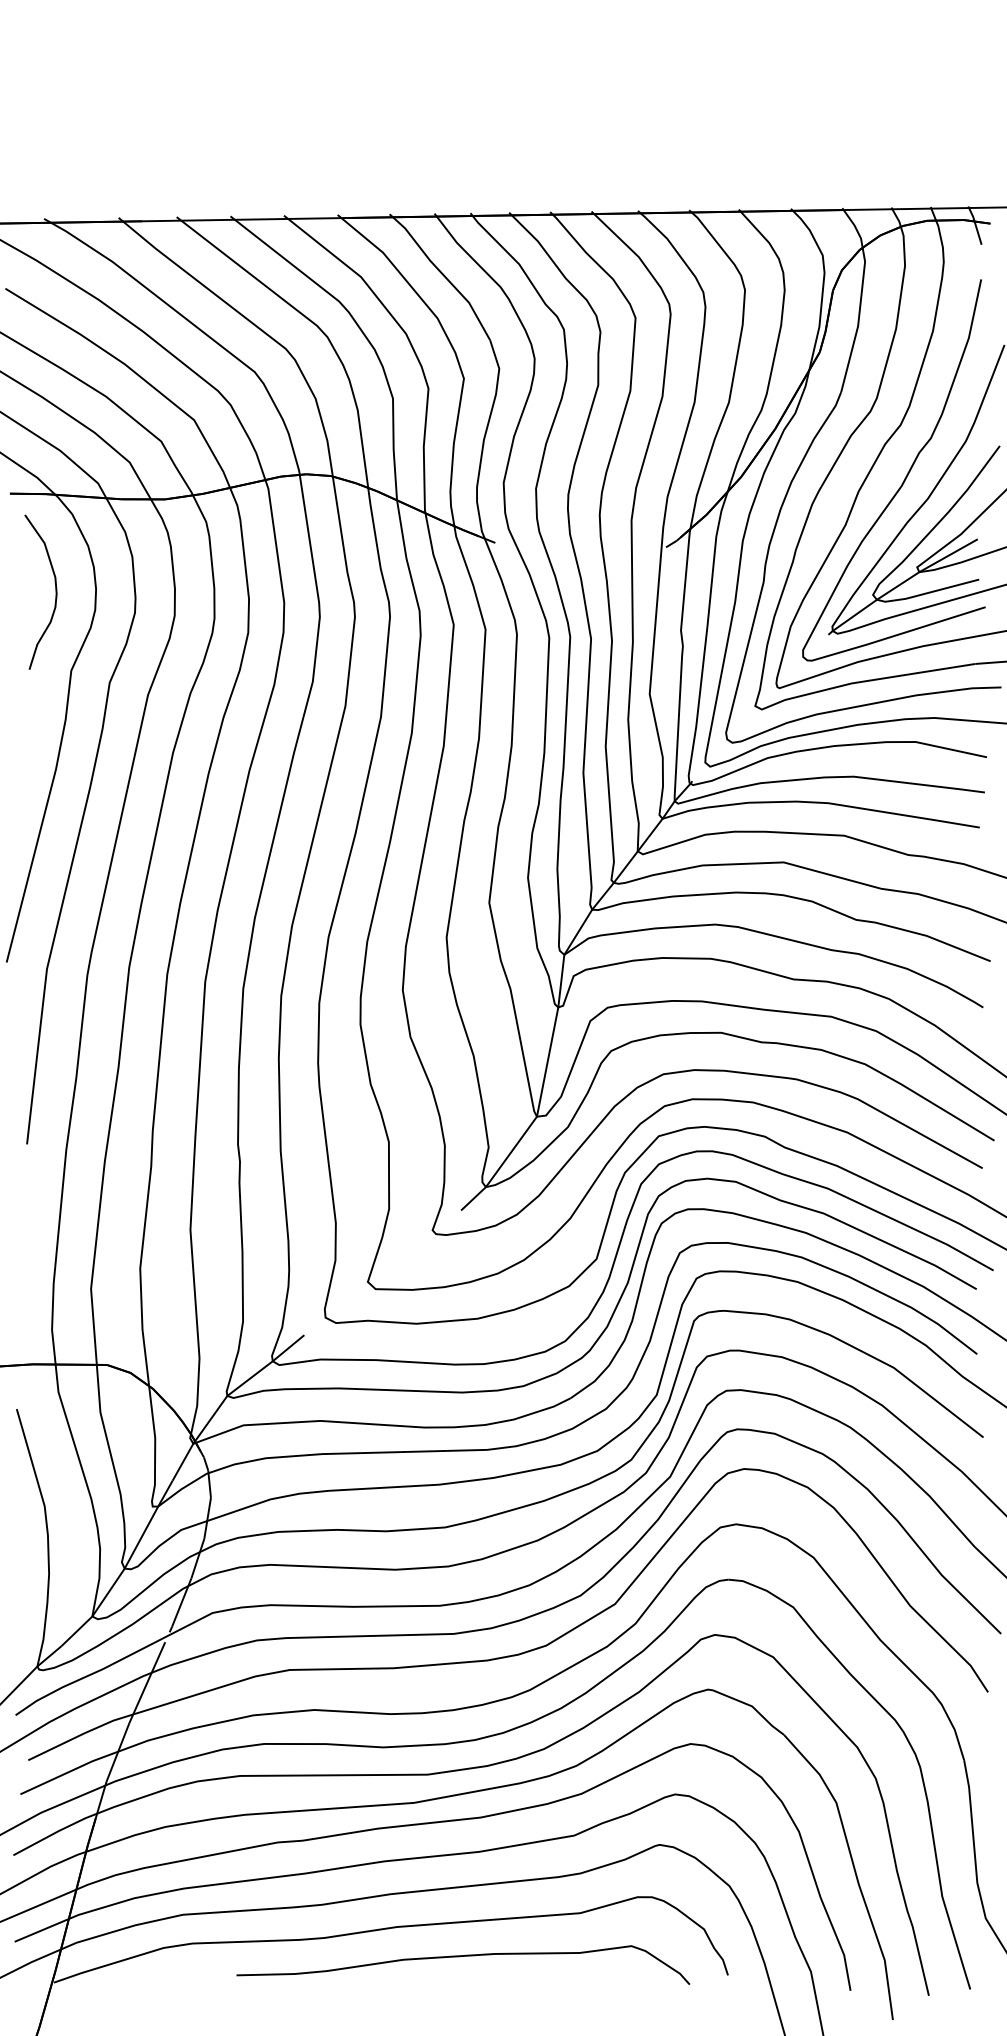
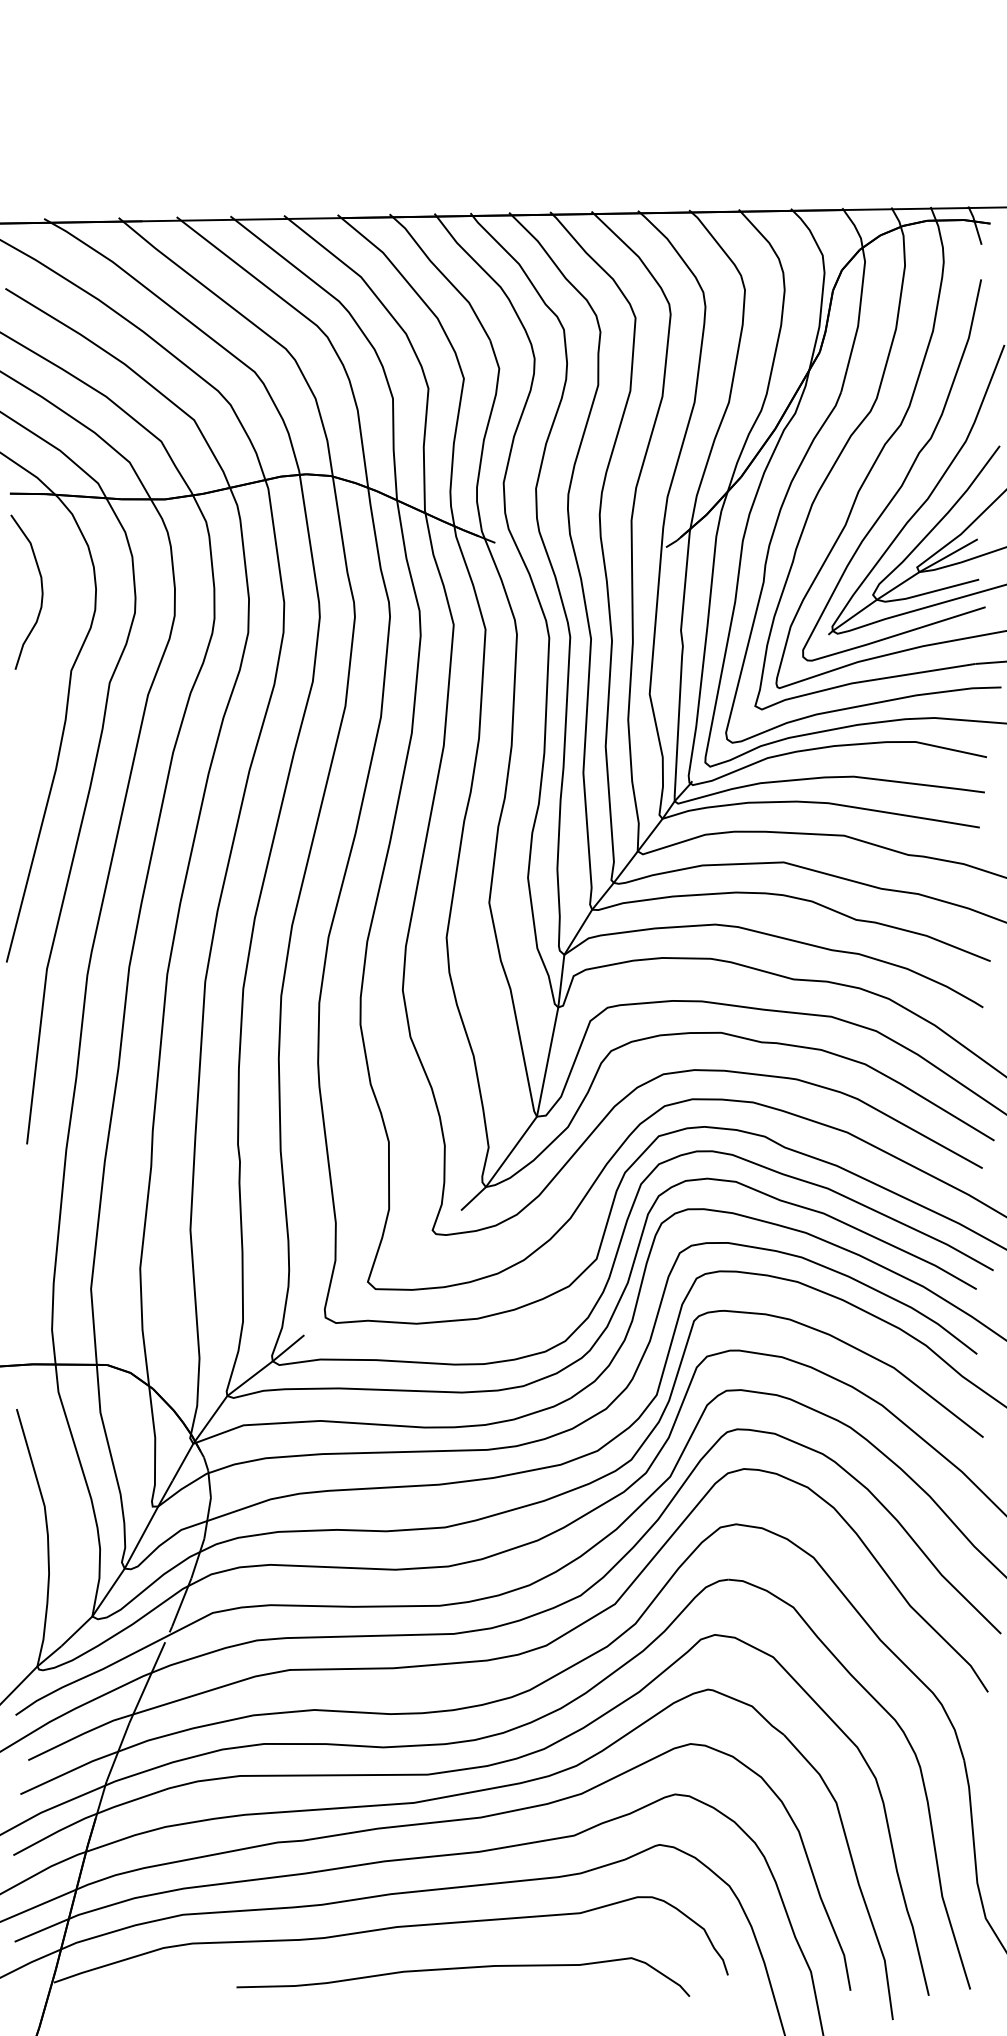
curve at (55, 591) position: (55, 591) -> (41, 591)
curve at (463, 1956) position: (463, 1956) -> (463, 1968)
